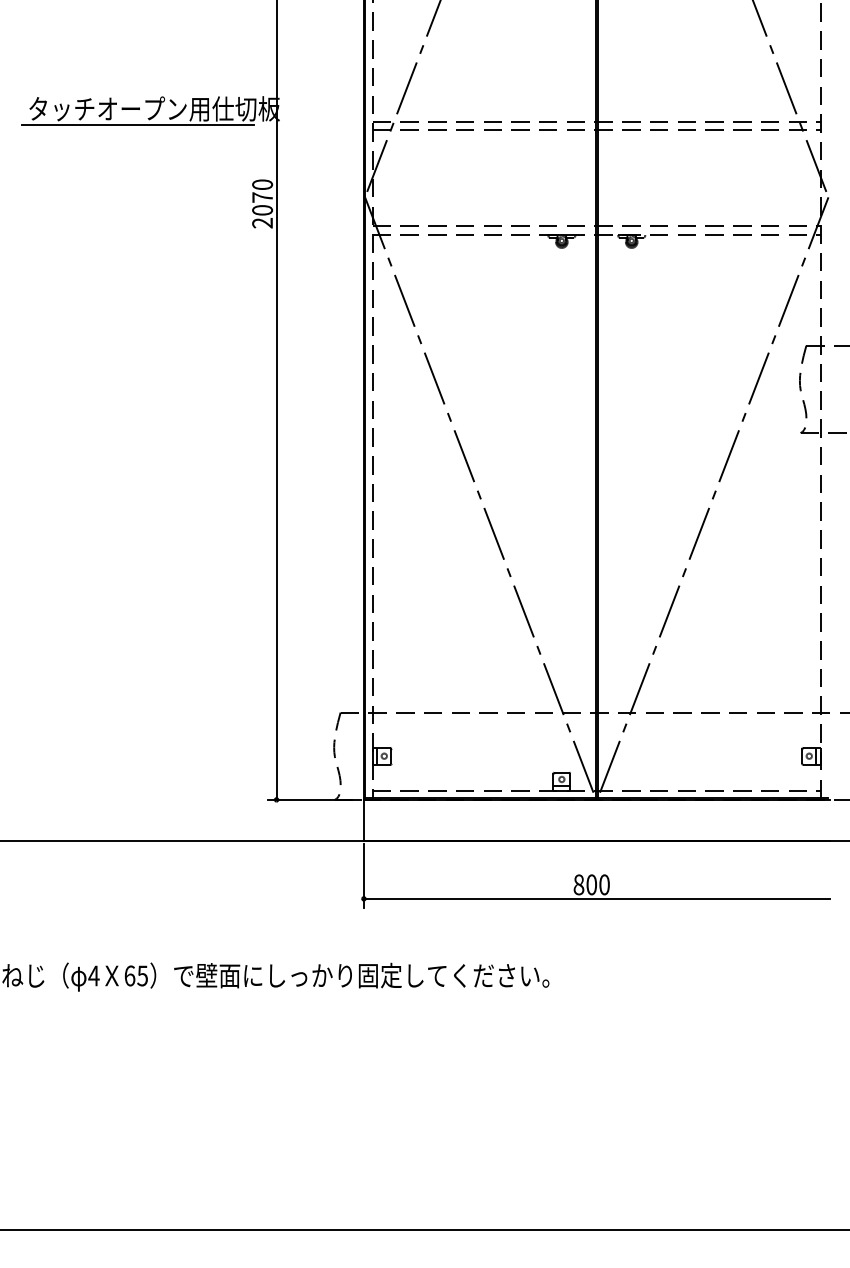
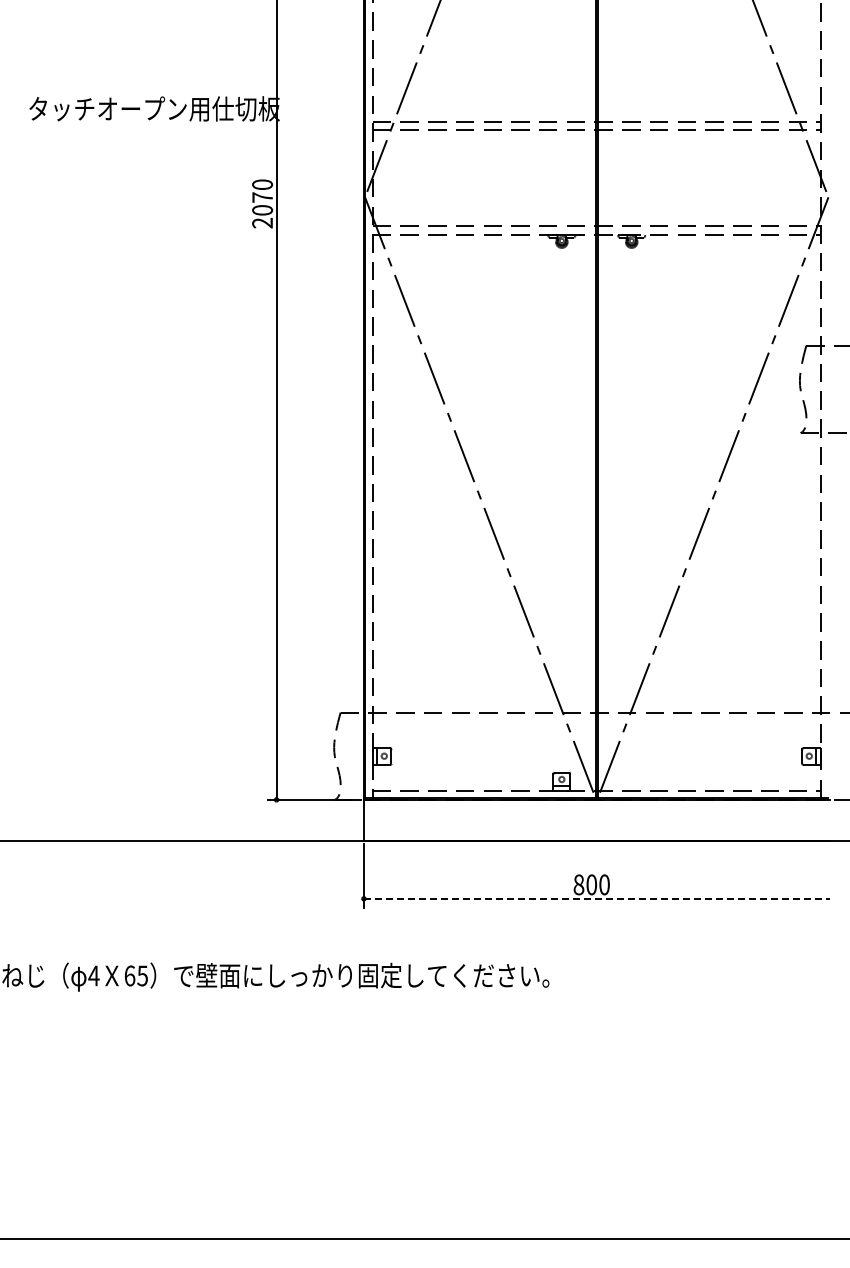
line at (137, 124): present -> none
line at (596, 898): solid -> dashed
line at (424, 1229) position: (424, 1229) -> (424, 1238)
